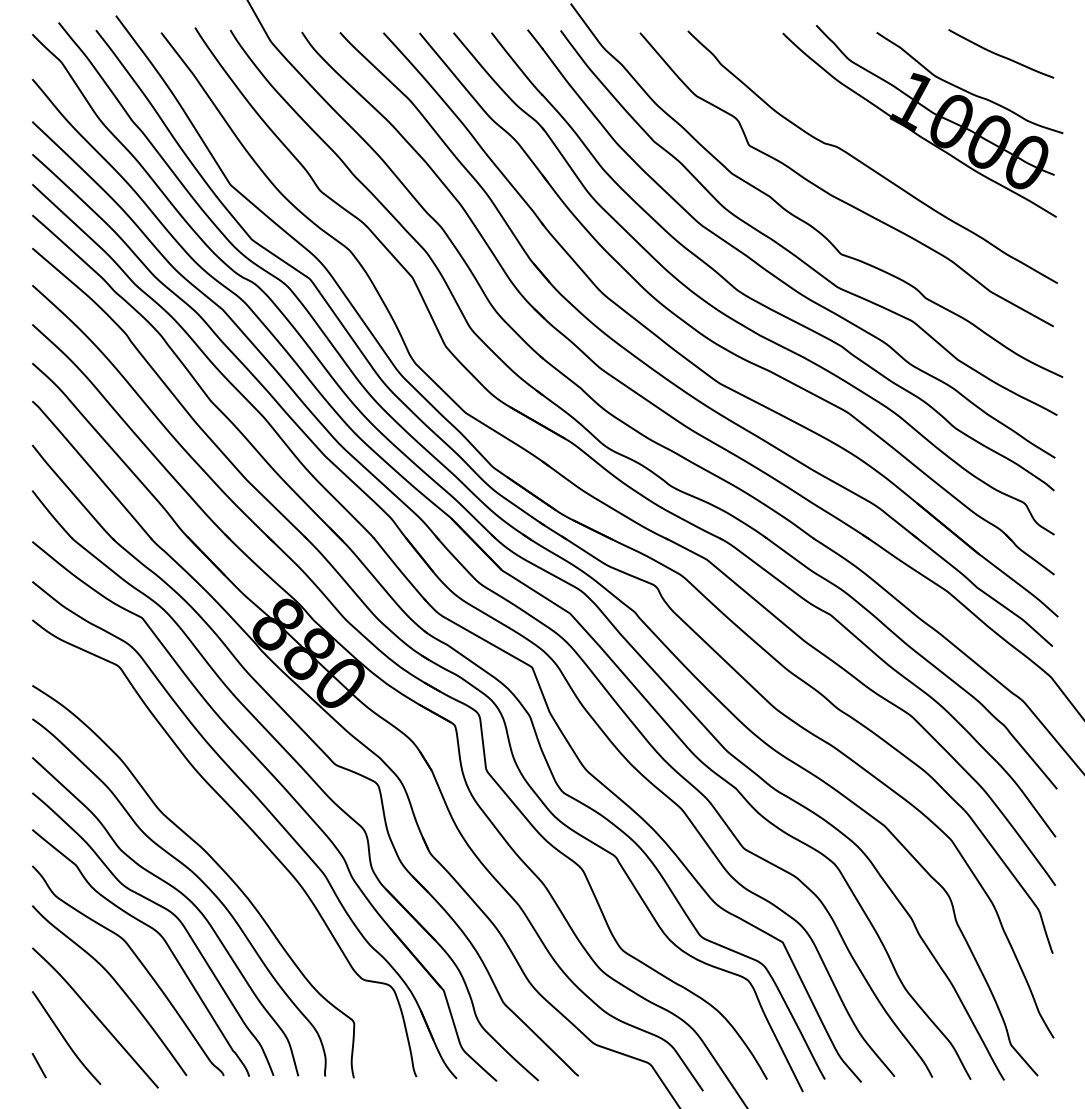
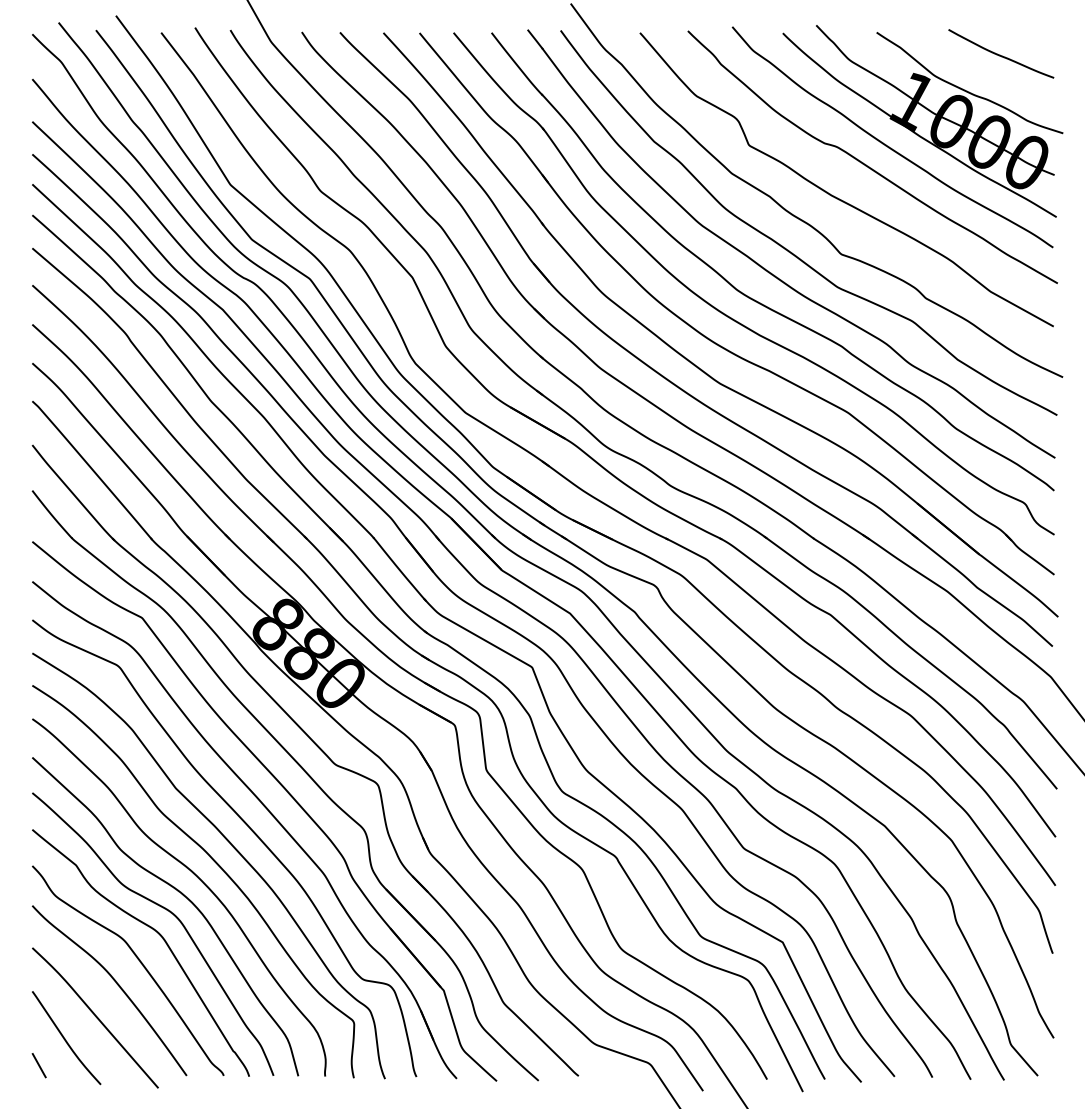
curve at (886, 144): none -> present
curve at (233, 848): none -> present
